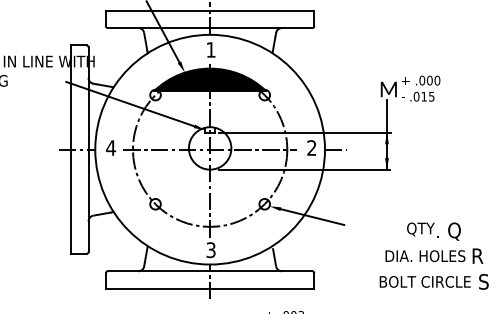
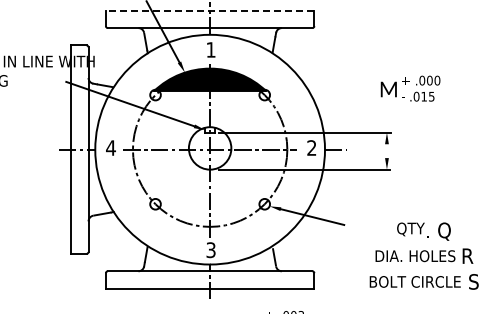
line at (209, 10): solid -> dashed
line at (386, 134): present -> none
text at (433, 255) position: (433, 255) -> (423, 255)
